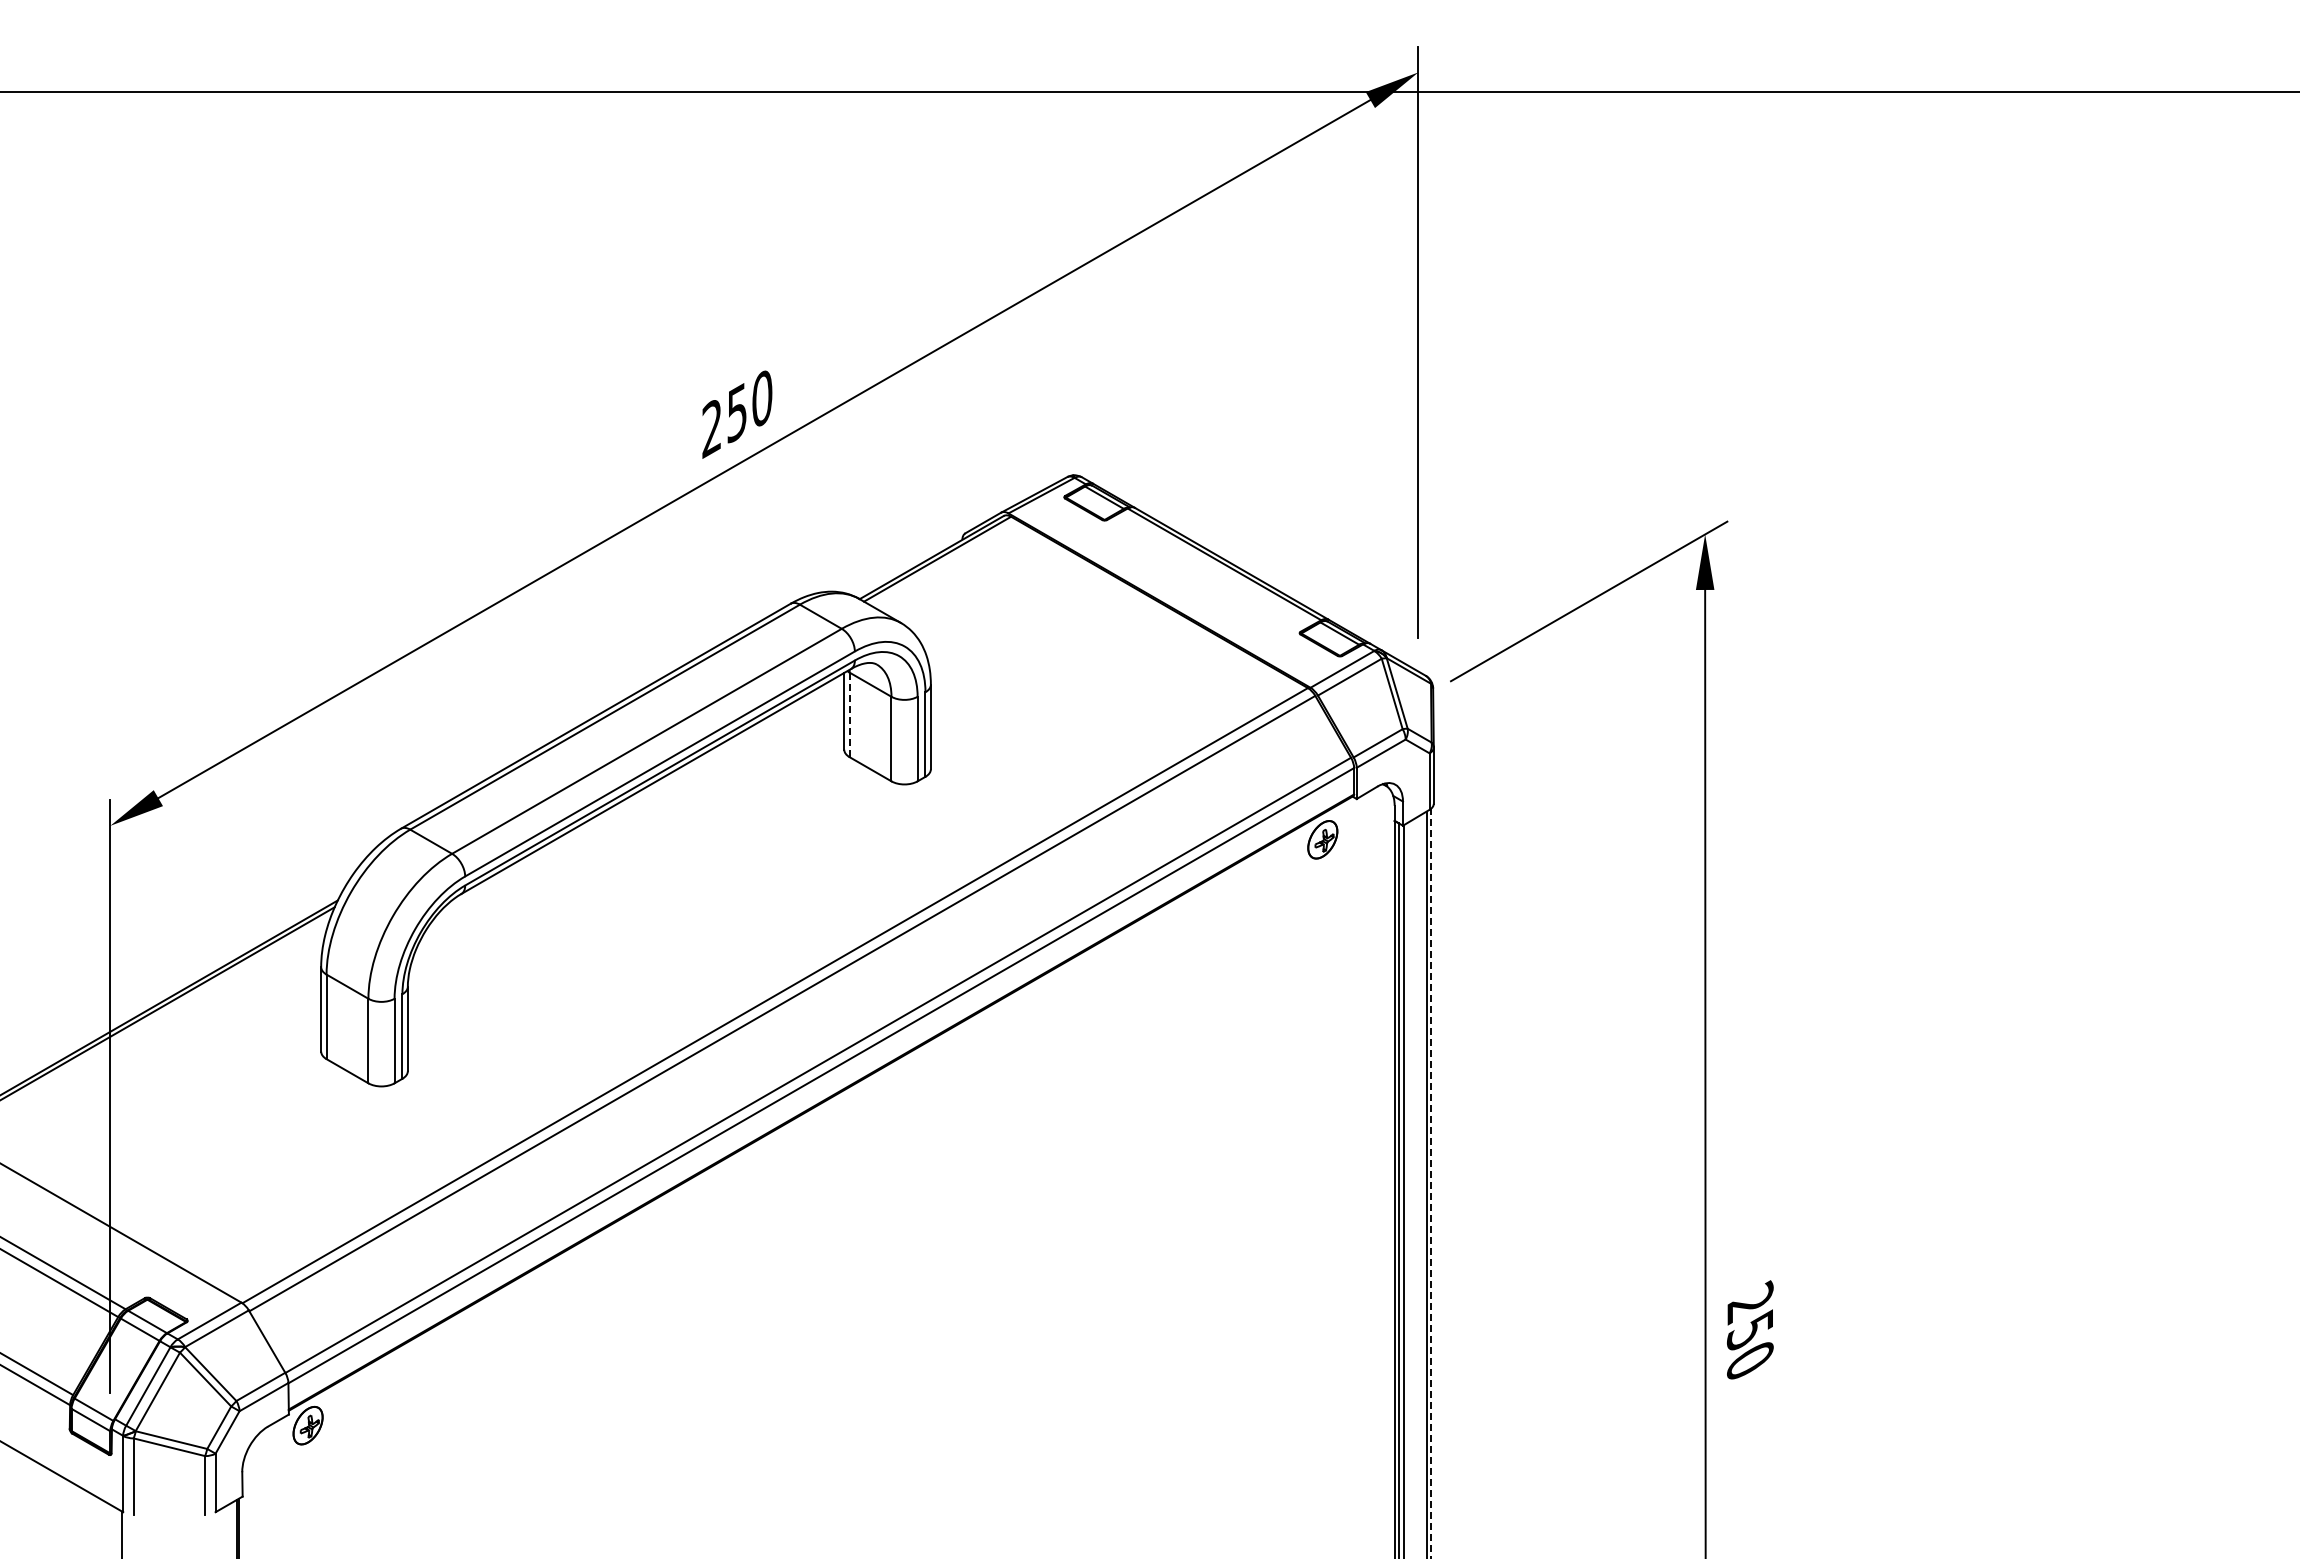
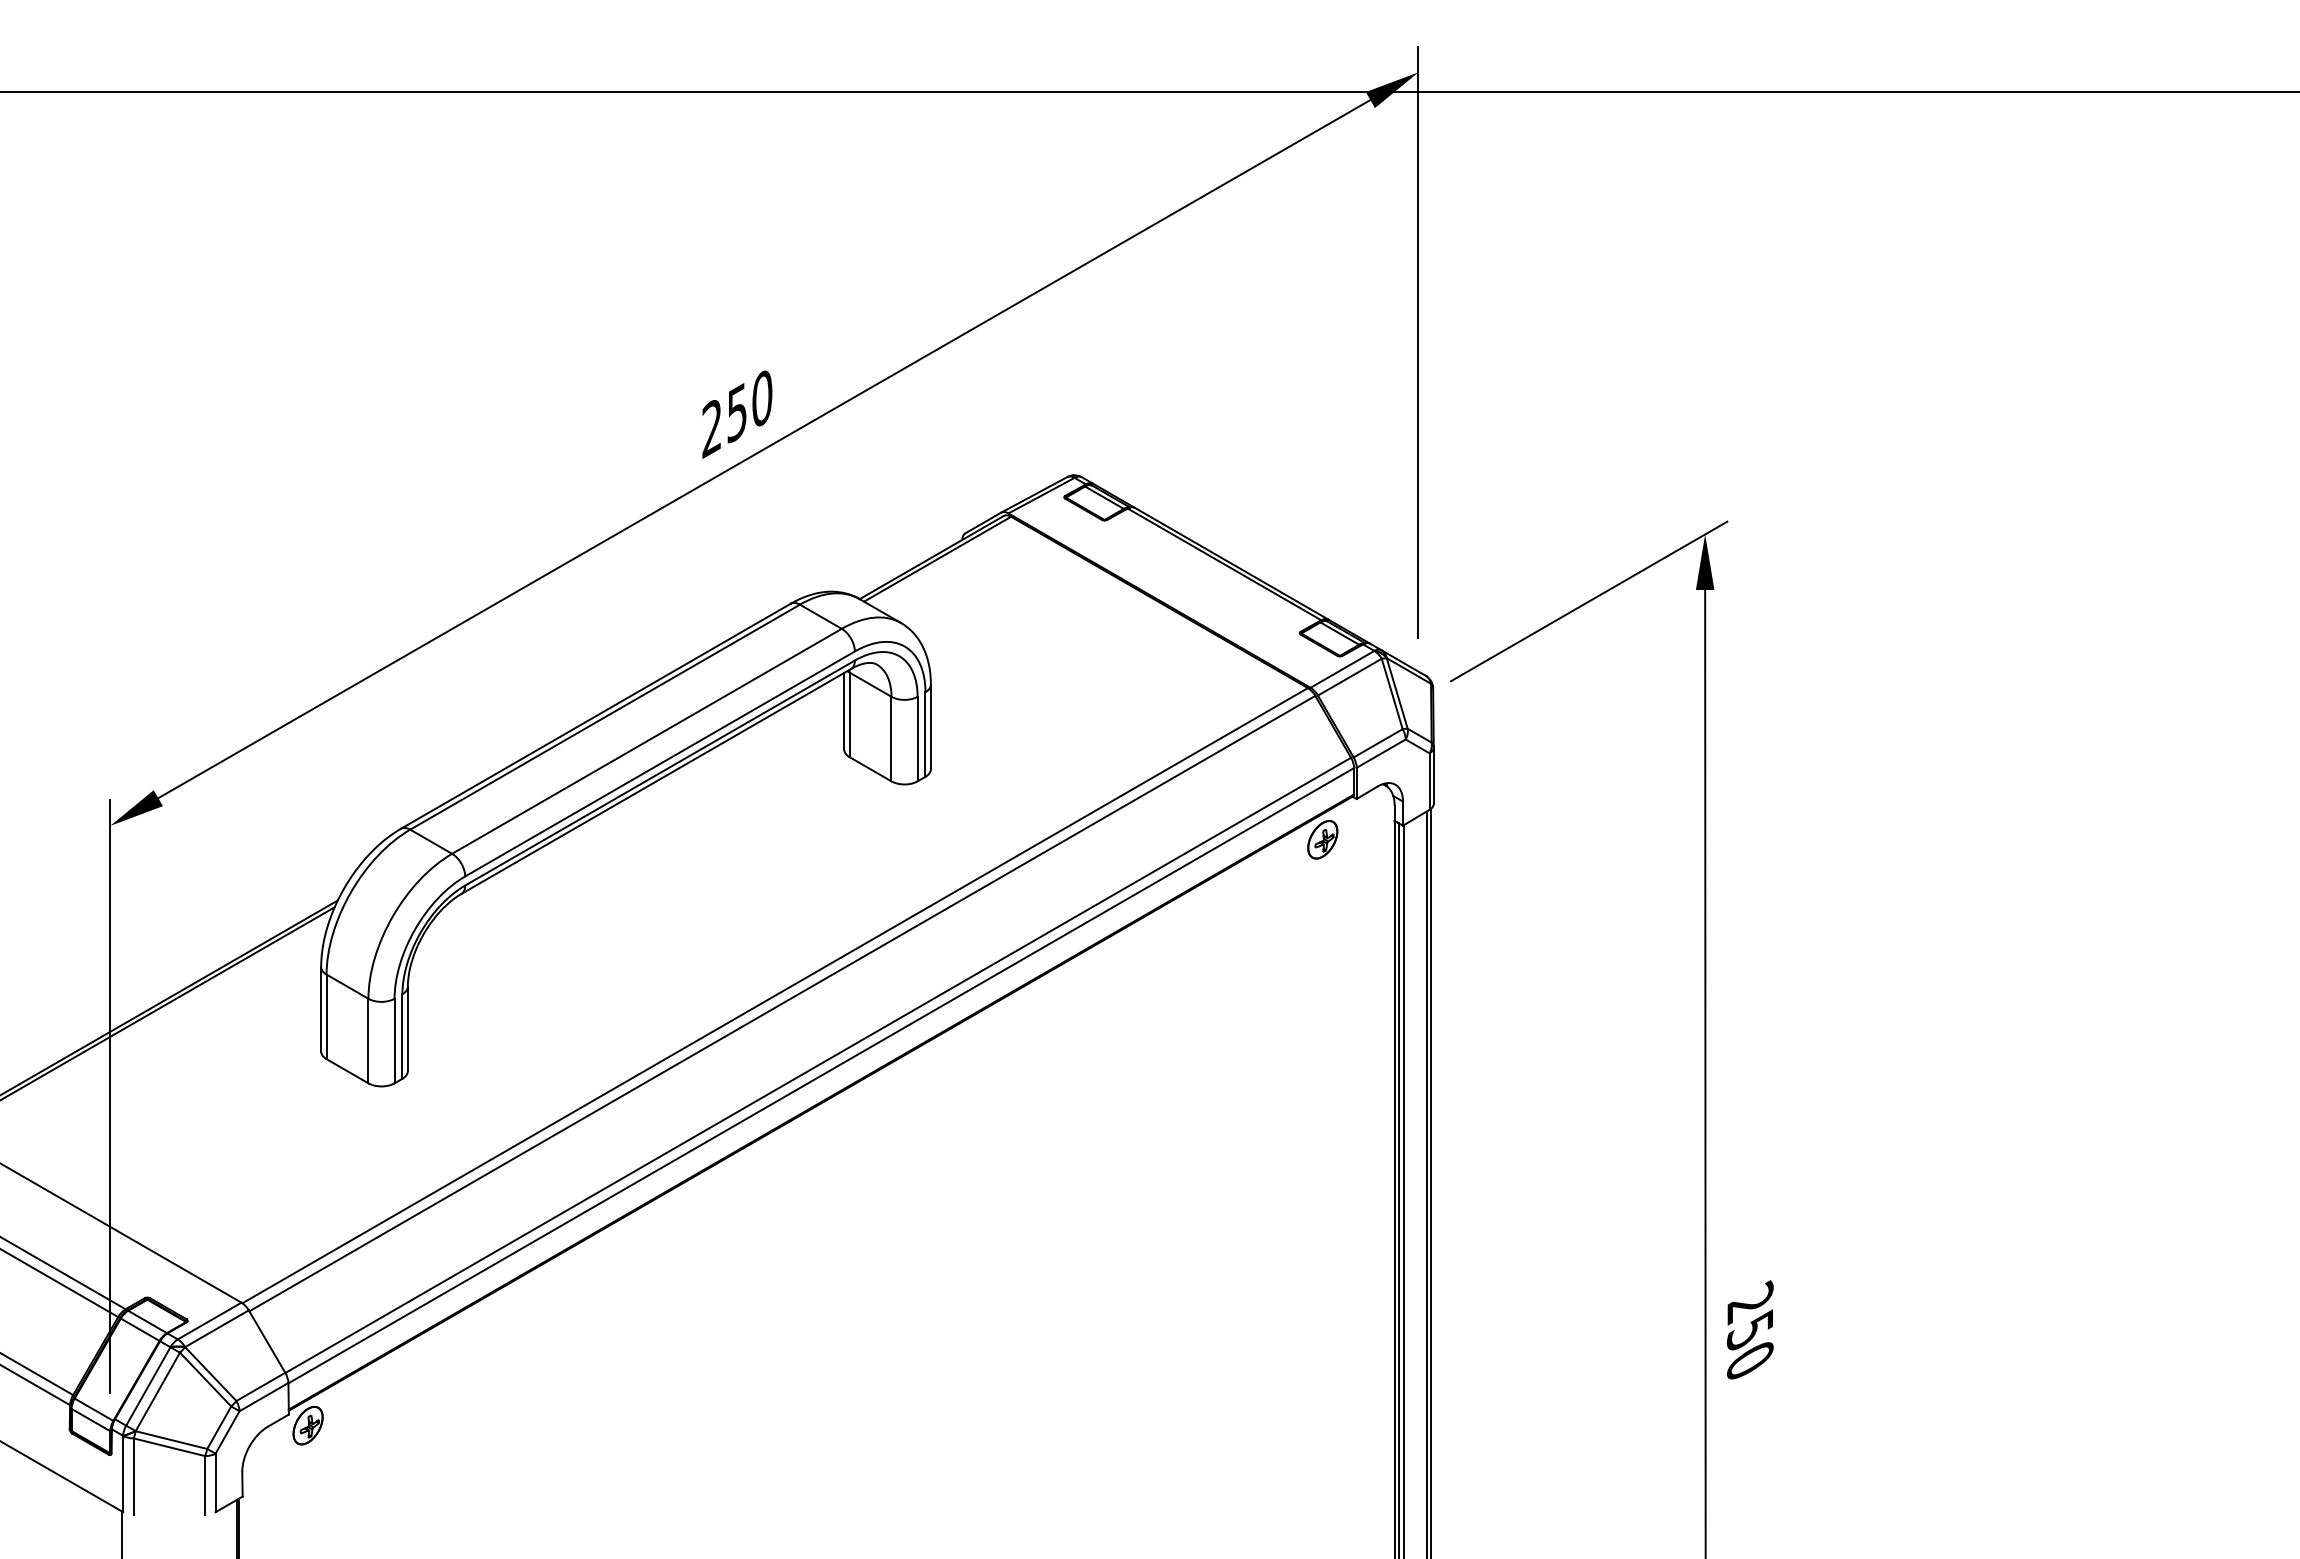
line at (849, 715): dashed -> solid
line at (1431, 1183): dashed -> solid
